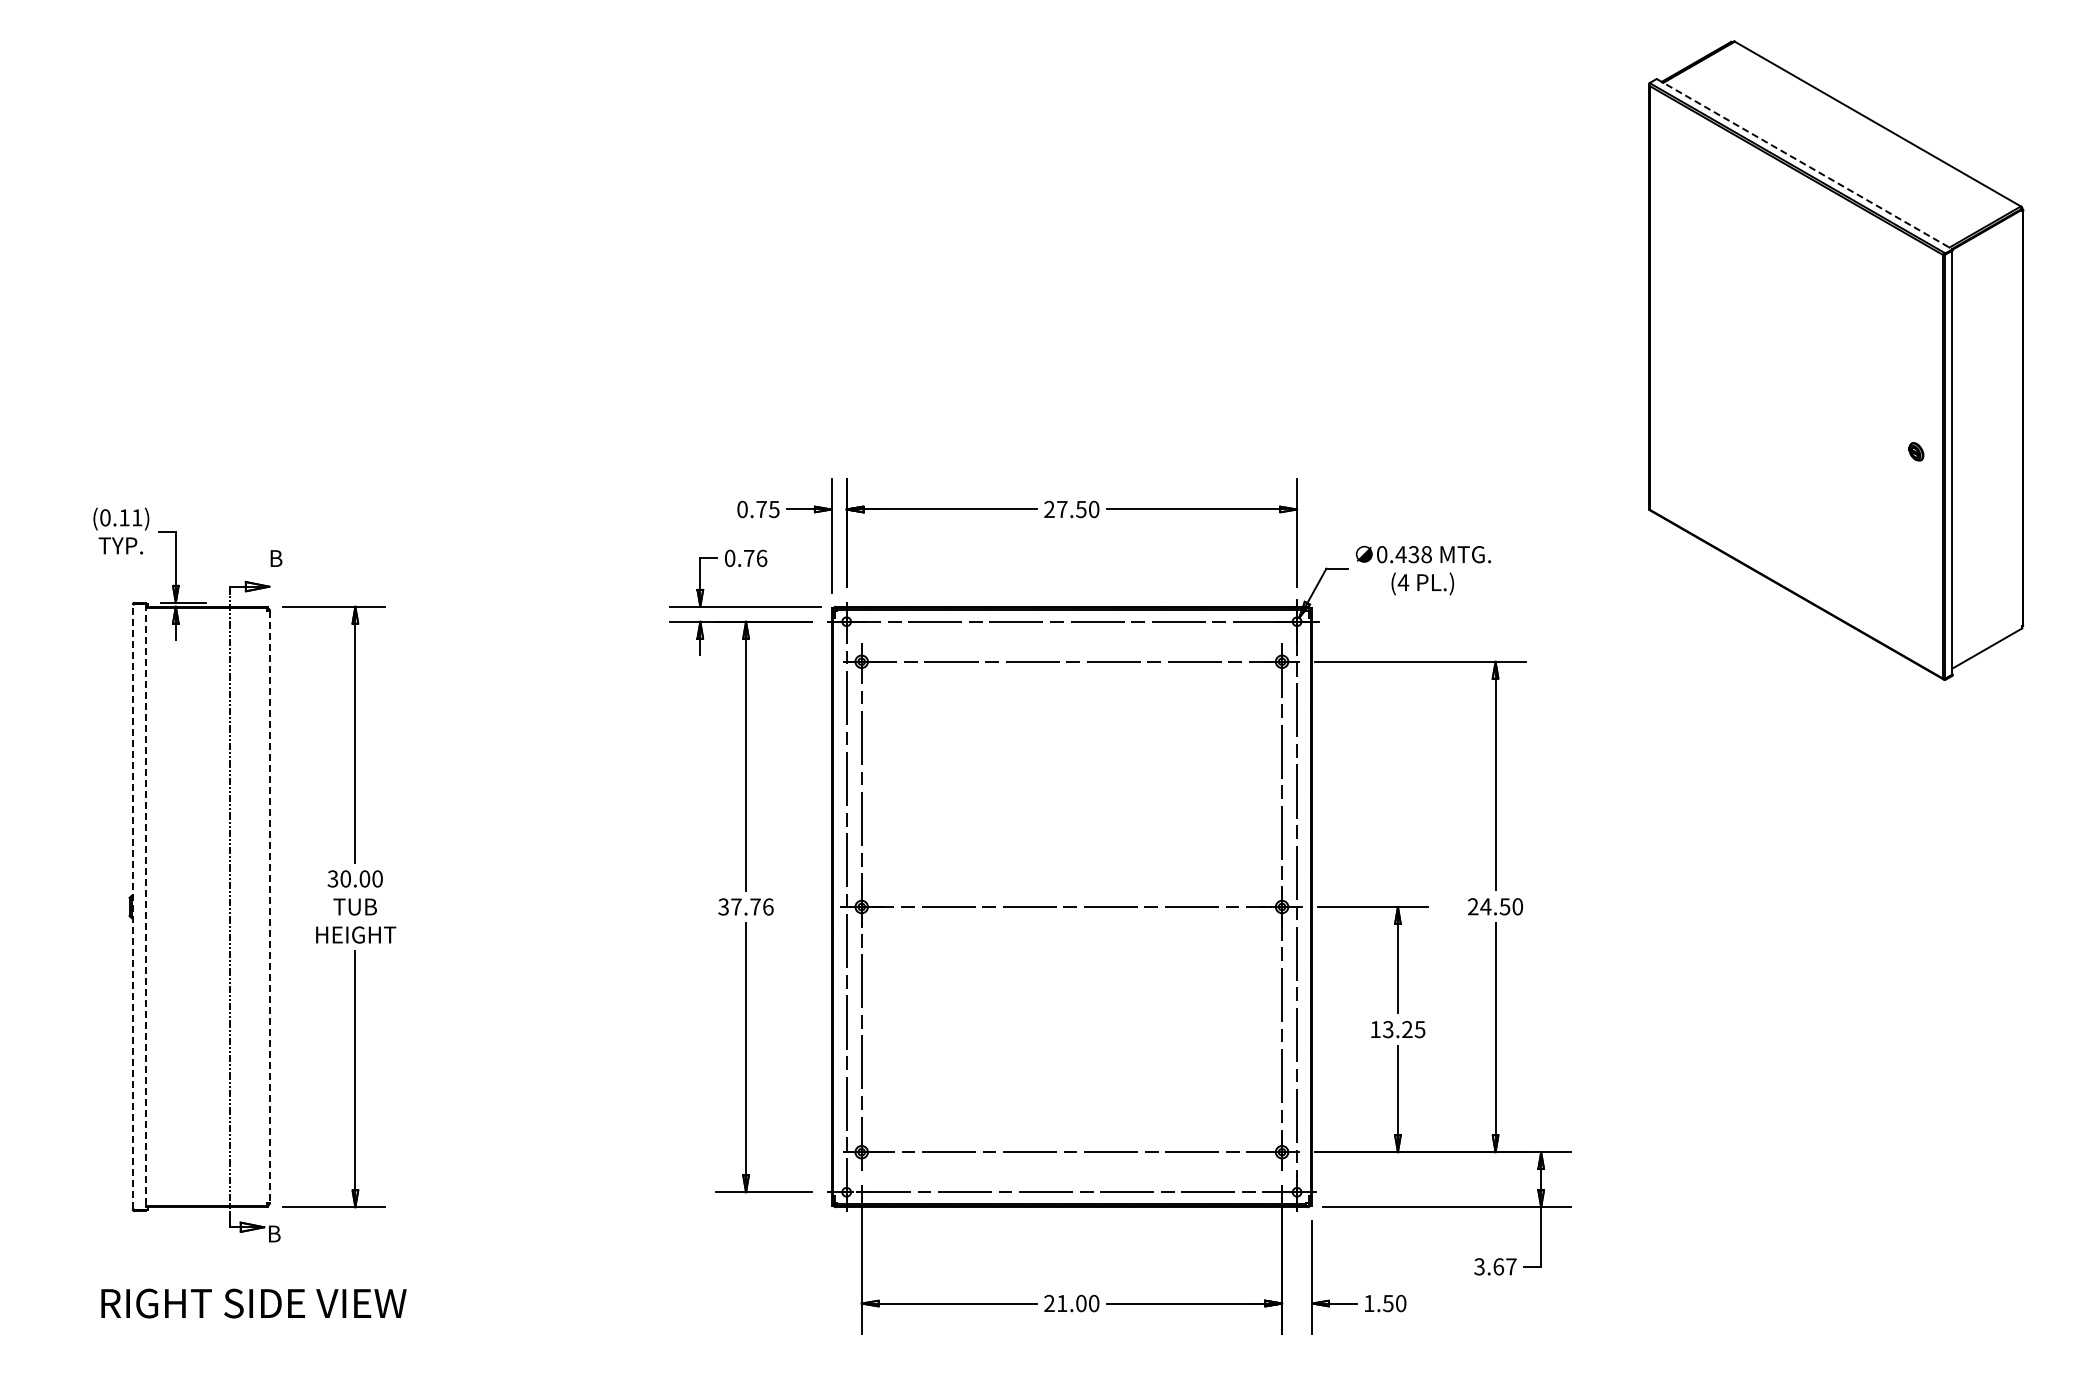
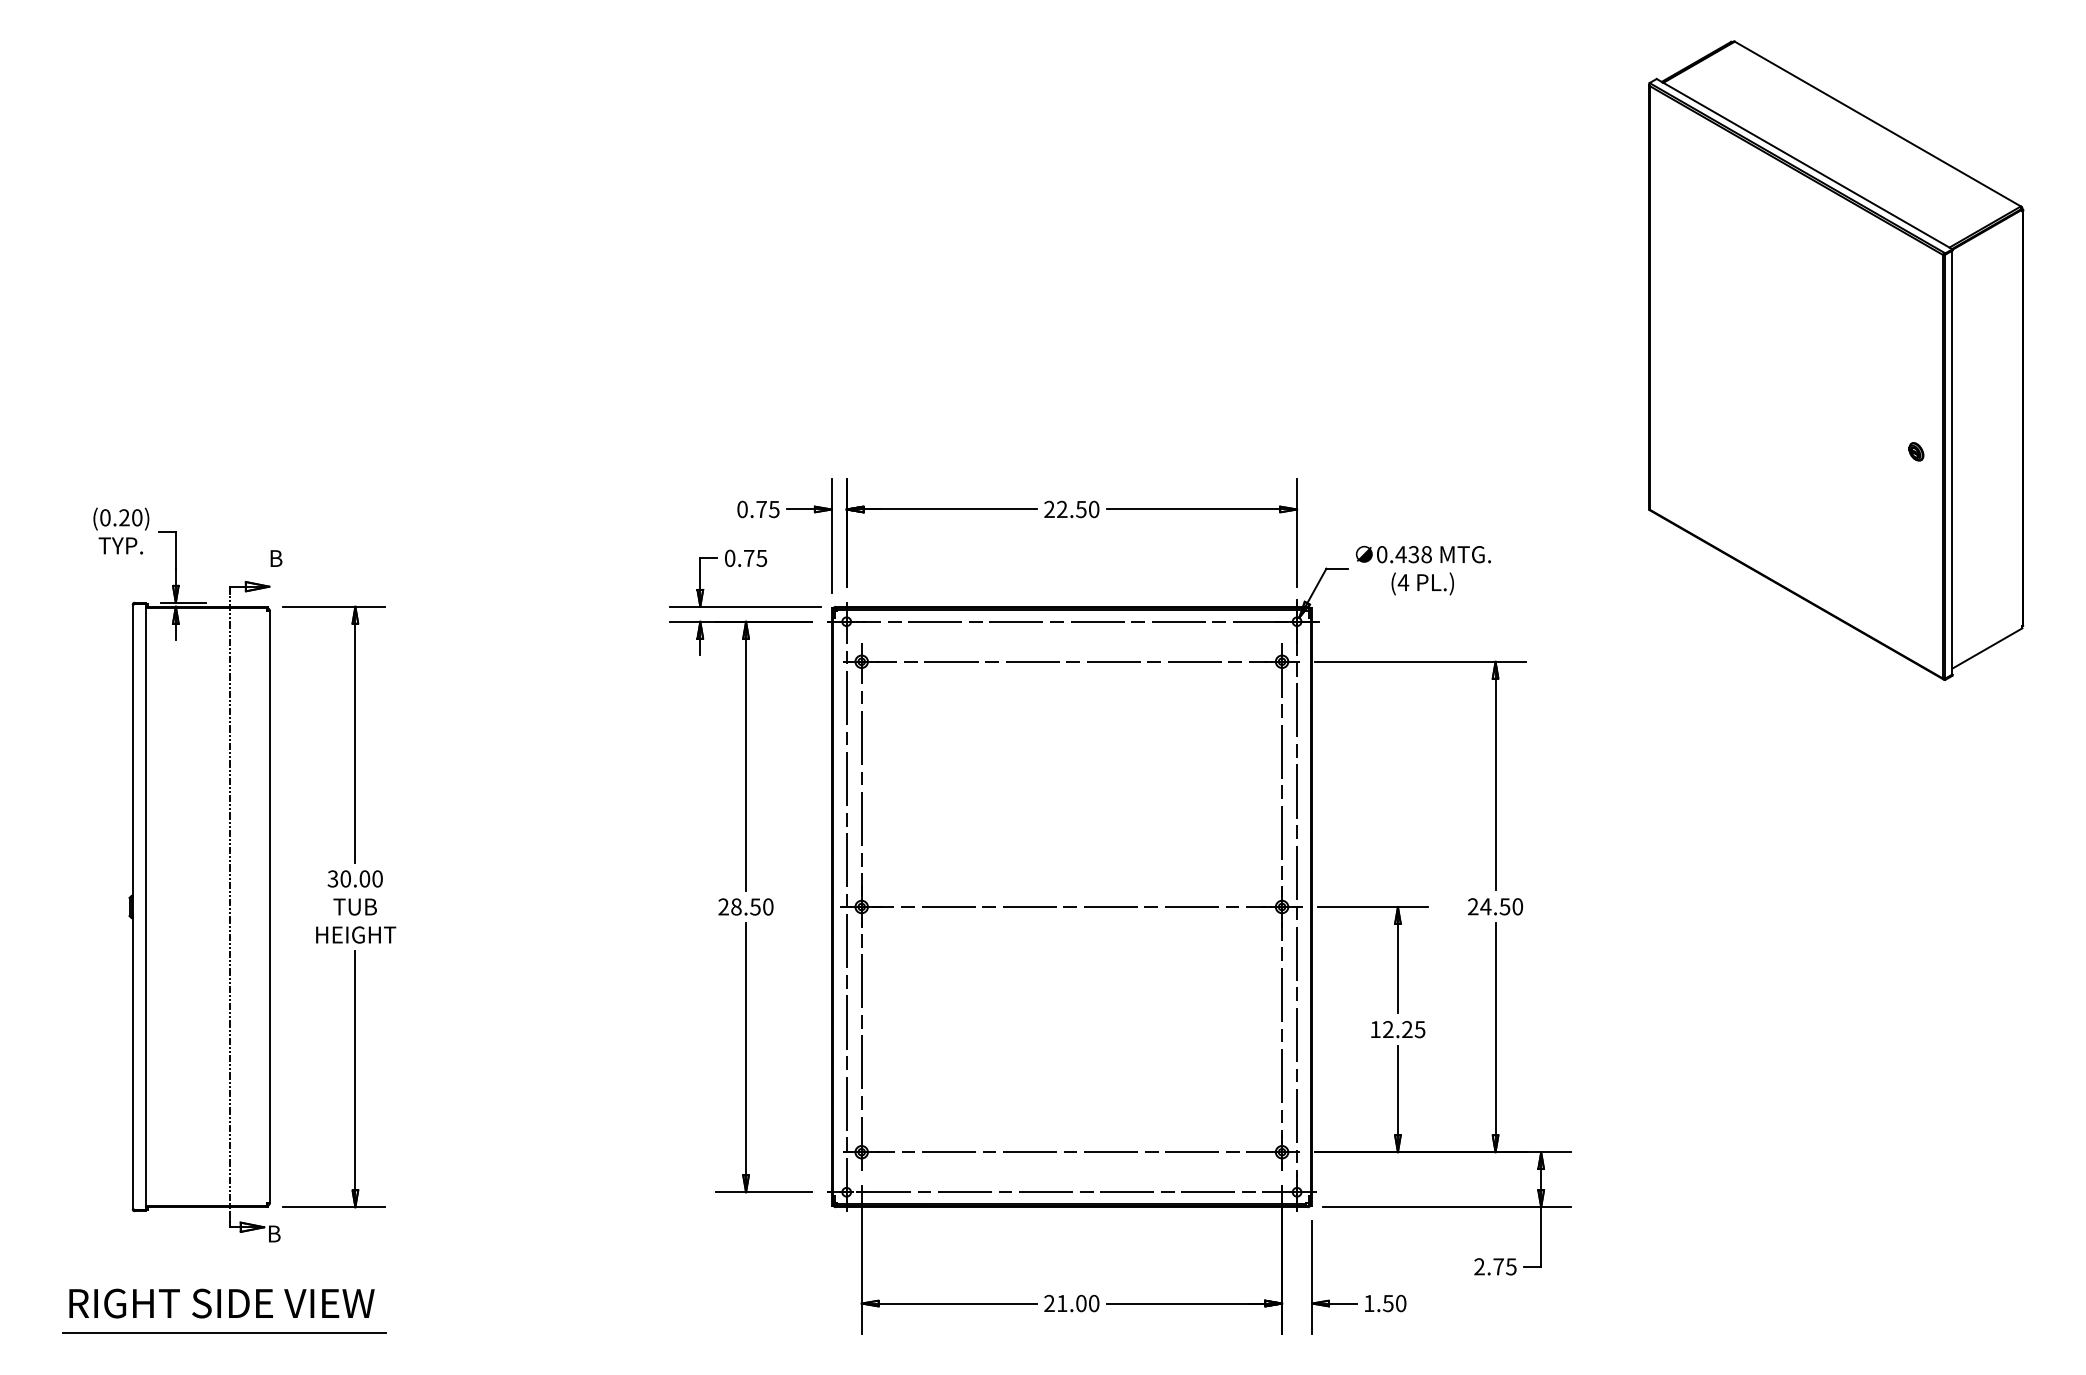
line at (1804, 164): dashed -> solid
text at (1062, 508): 27.50 -> 22.50
text at (130, 517): (0.11) -> (0.20)
text at (761, 557): 0.76 -> 0.75
line at (132, 906): dashed -> solid
text at (745, 906): 37.76 -> 28.50
line at (146, 907): dashed -> solid
line at (269, 907): dashed -> solid
text at (1388, 1029): 13.25 -> 12.25
text at (1495, 1266): 3.67 -> 2.75
text at (253, 1303) position: (253, 1303) -> (221, 1303)
line at (223, 1332): none -> present
